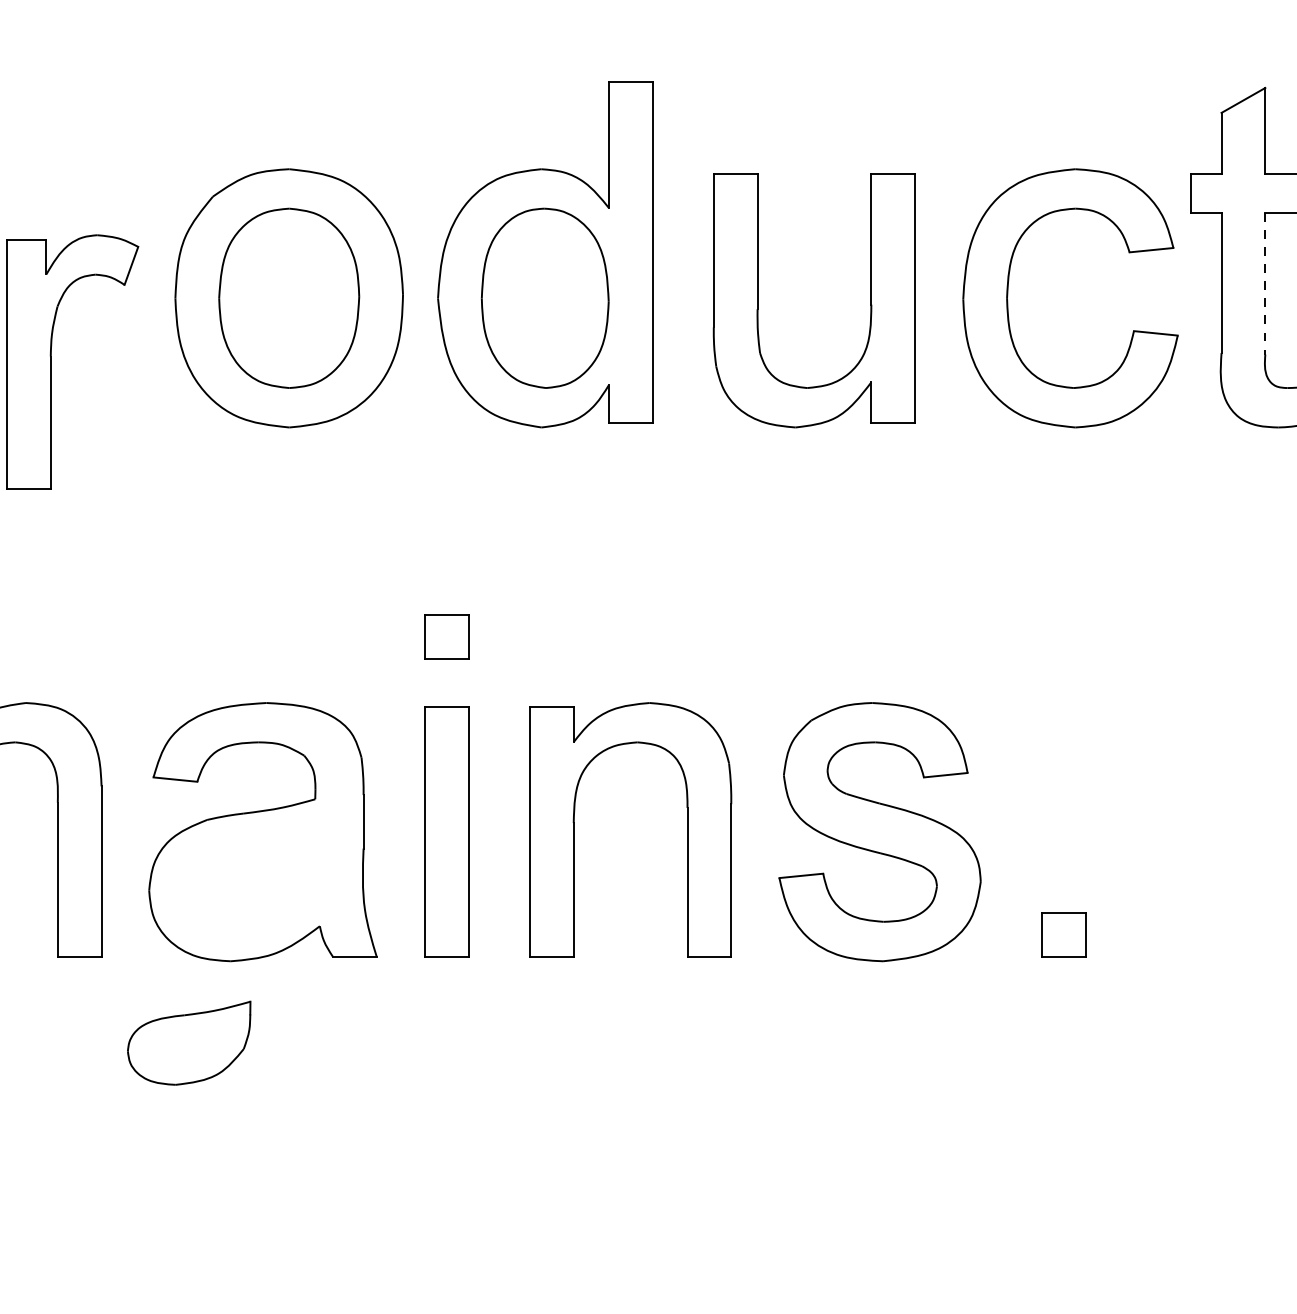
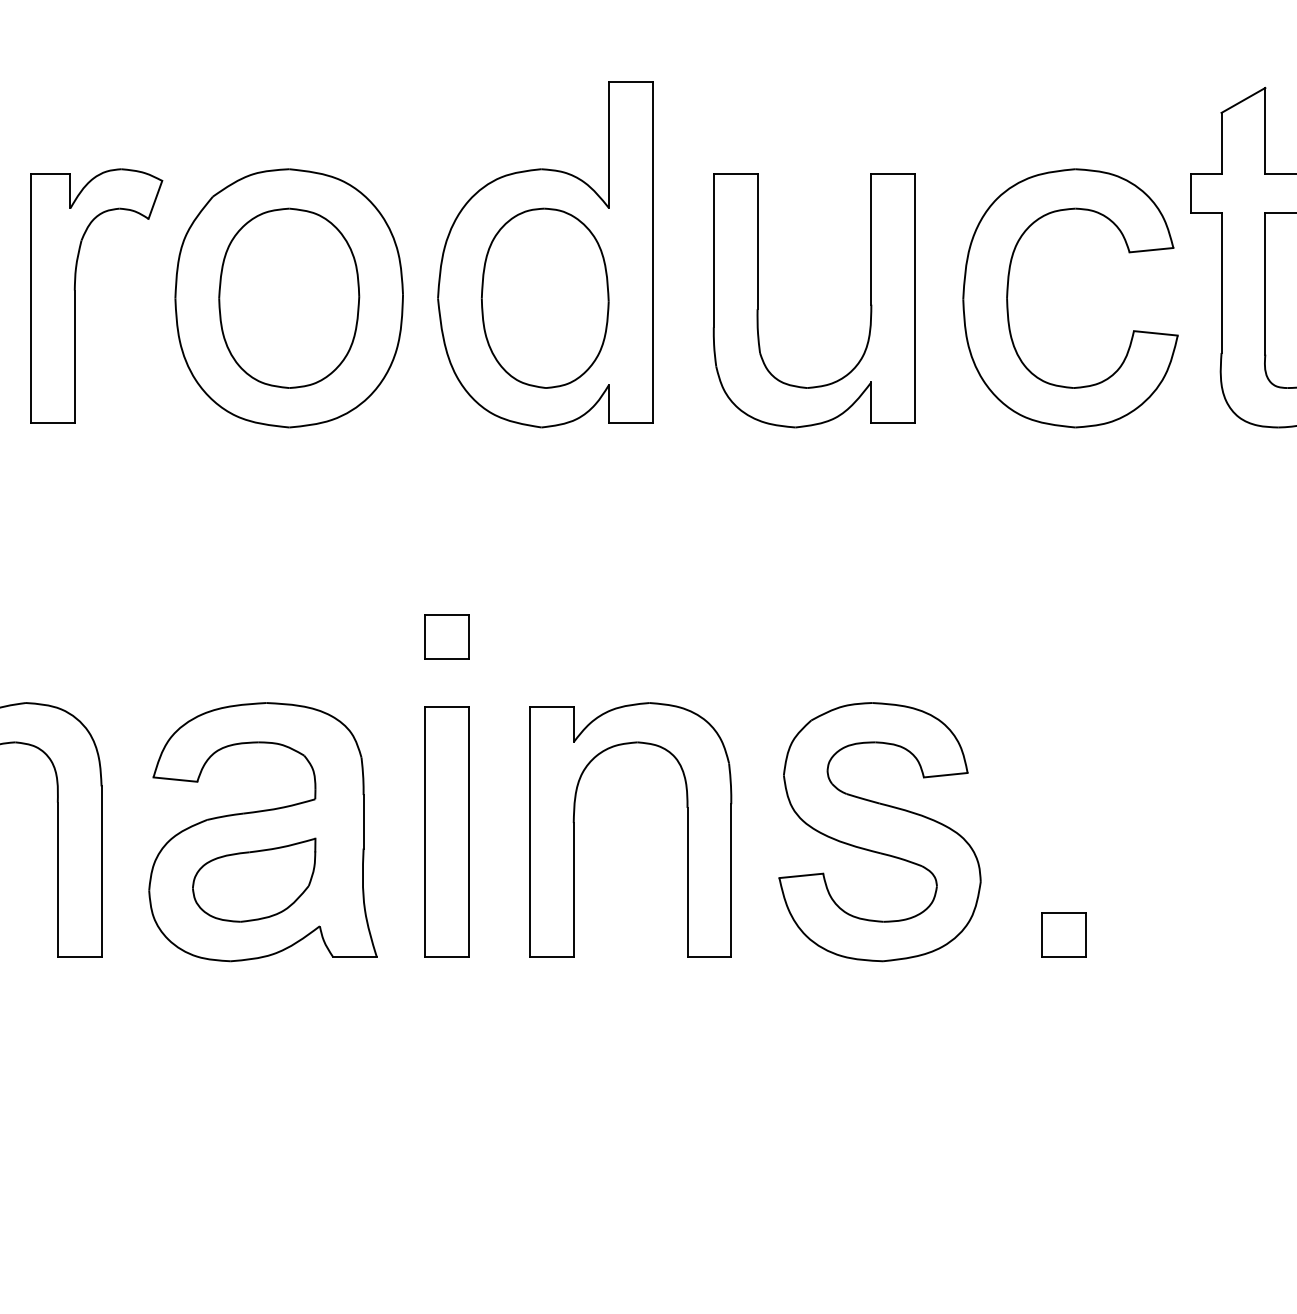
line at (1265, 283): dashed -> solid
part at (51, 361) position: (51, 361) -> (75, 295)
part at (189, 1042) position: (189, 1042) -> (254, 879)
